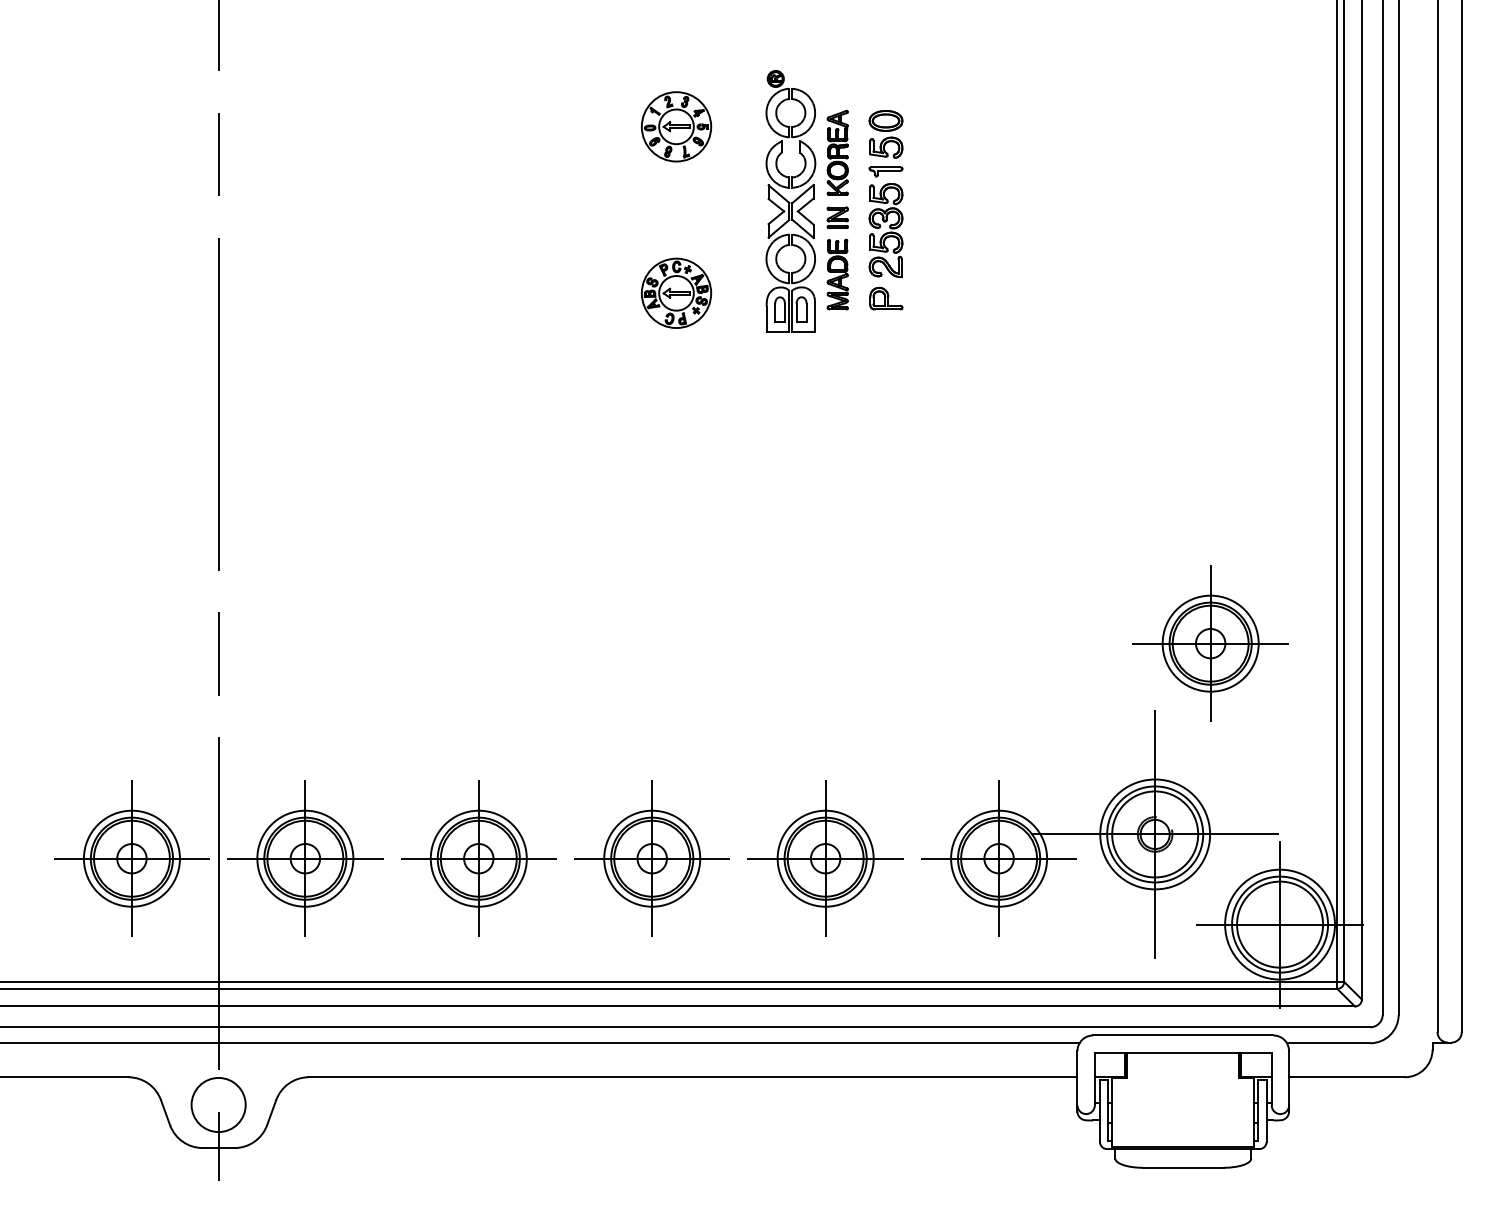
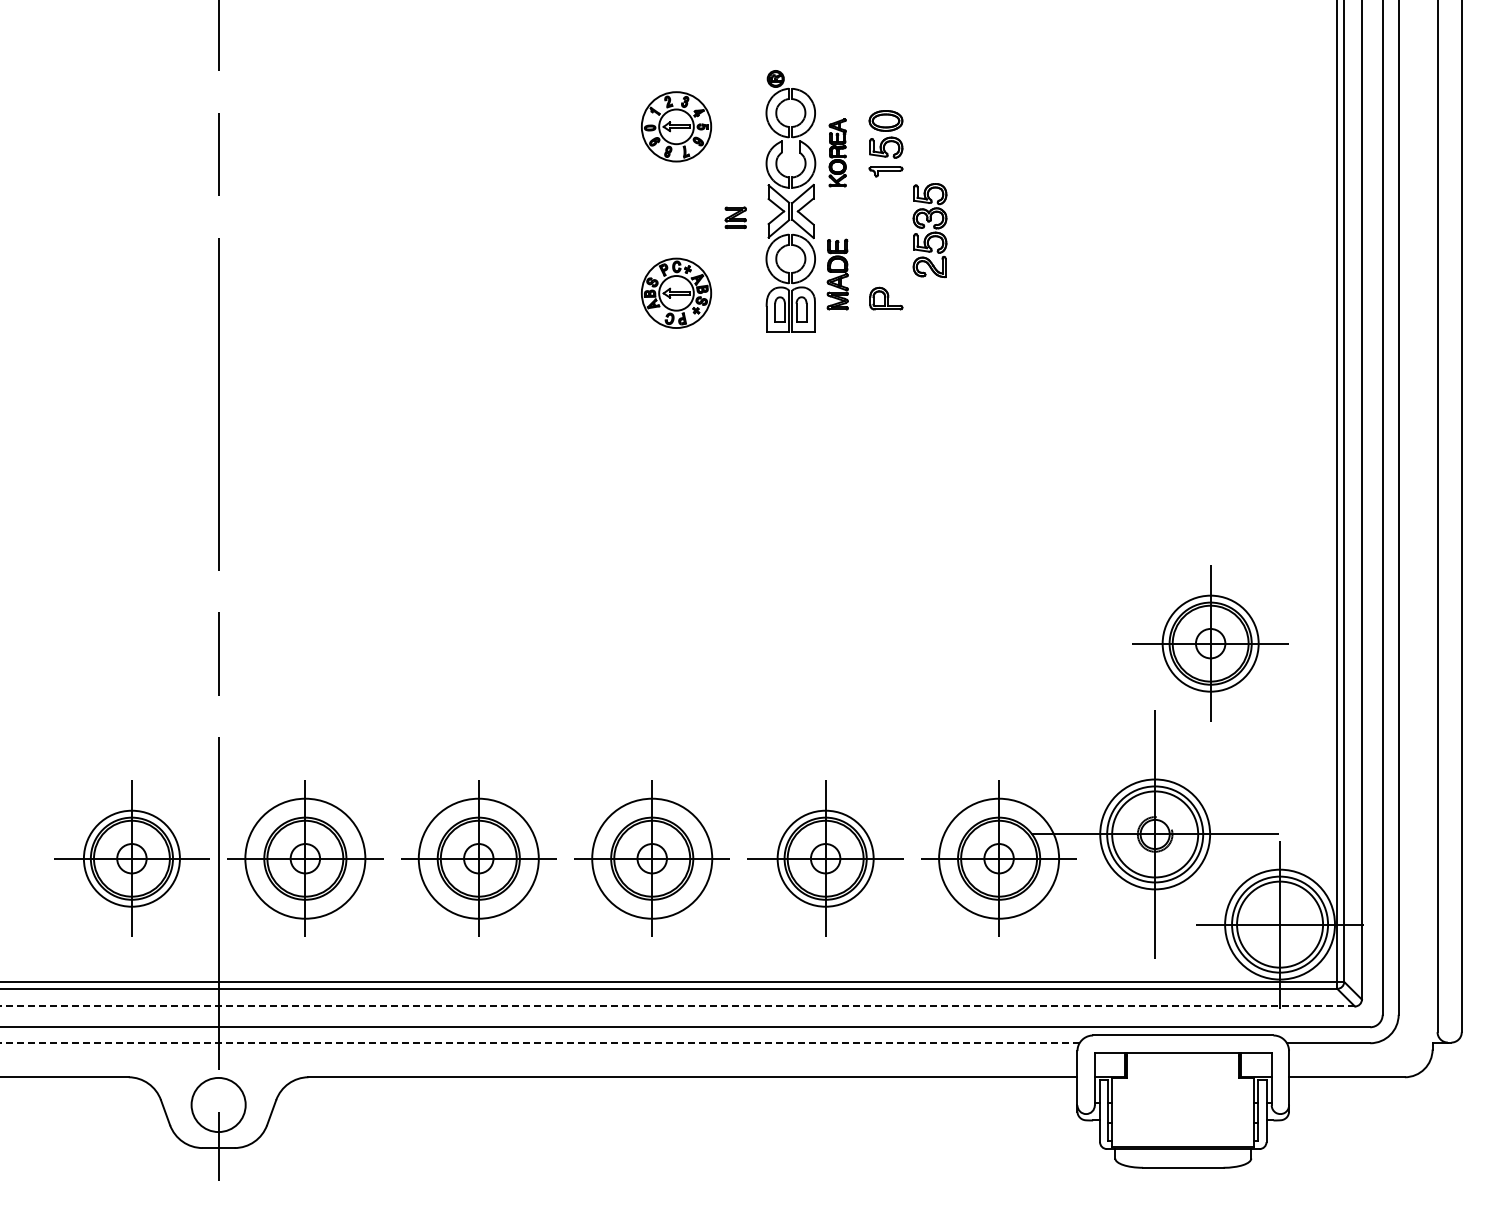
part at (837, 152) size: 23x86 px -> 19x70 px
part at (837, 217) position: (837, 217) -> (735, 217)
part at (885, 230) position: (885, 230) -> (929, 230)
circle at (305, 858) diameter: 96 px -> 120 px
circle at (478, 858) diameter: 96 px -> 120 px
circle at (652, 858) diameter: 96 px -> 120 px
circle at (999, 858) diameter: 96 px -> 120 px
line at (677, 1006): solid -> dashed
line at (539, 1043): solid -> dashed
